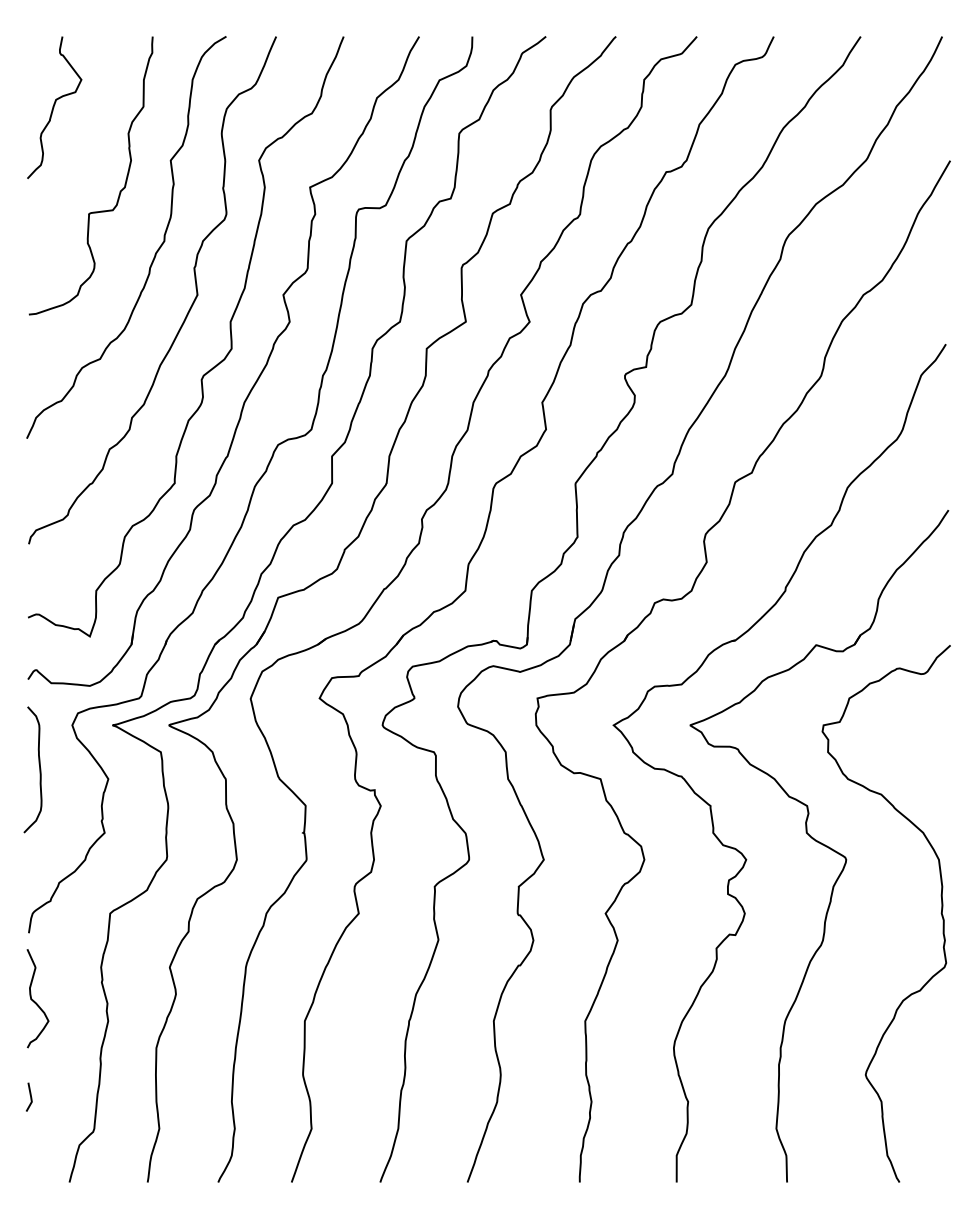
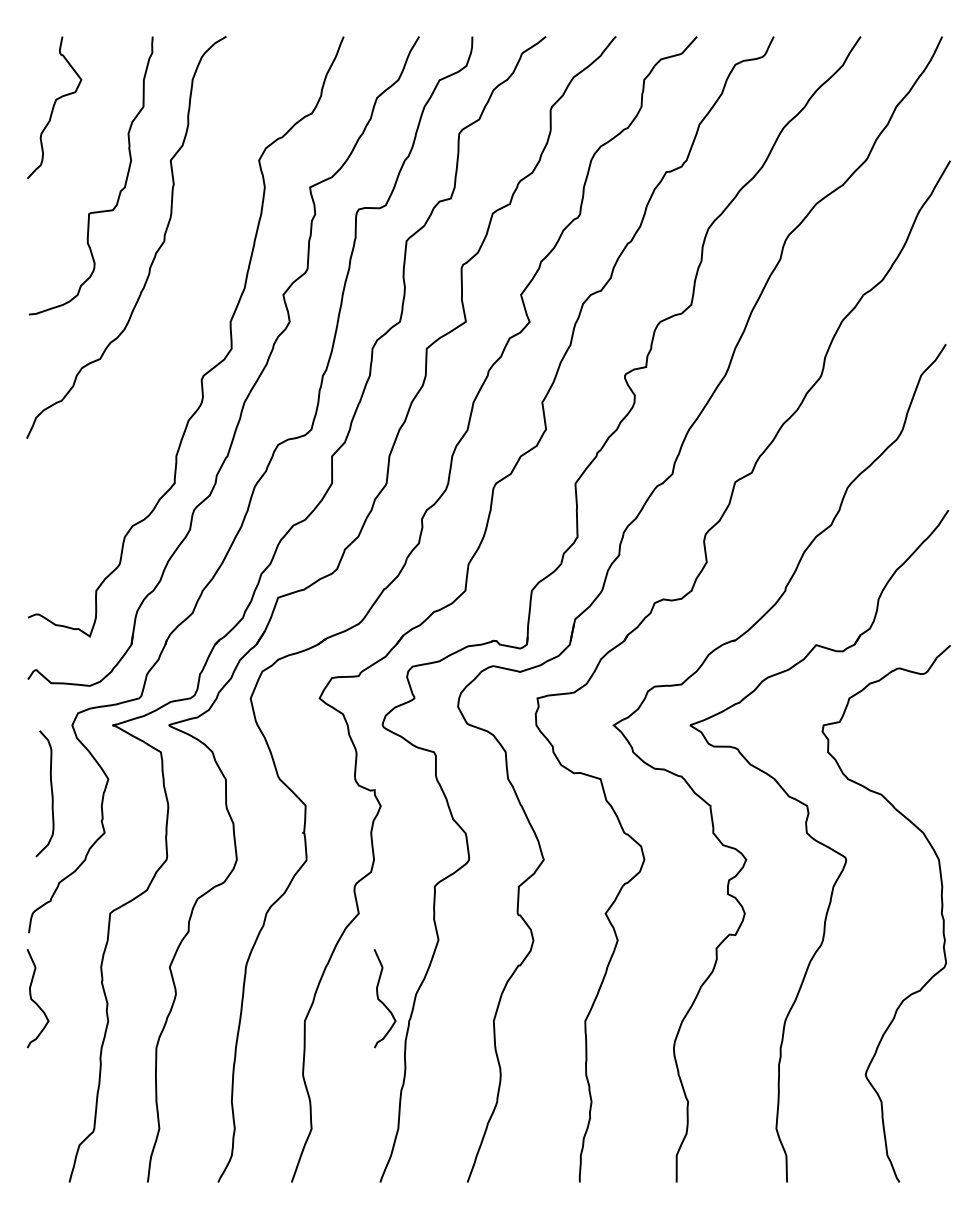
curve at (189, 308): present -> none
curve at (39, 769) position: (39, 769) -> (51, 793)
curve at (381, 1000): none -> present
line at (30, 1096): present -> none
